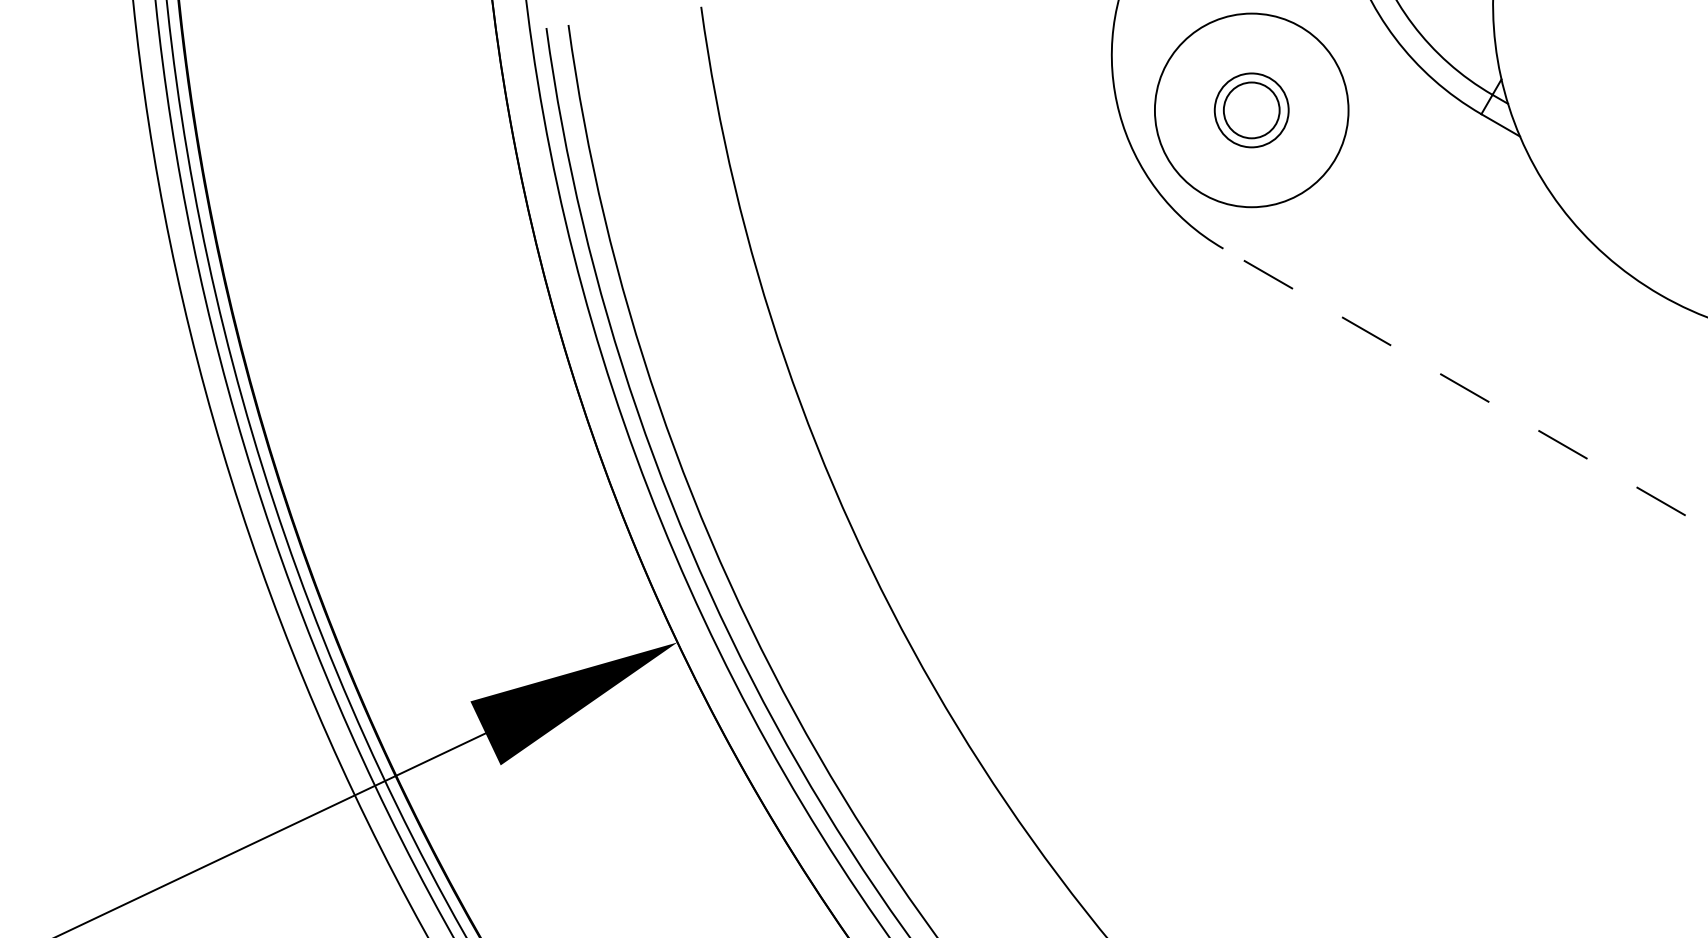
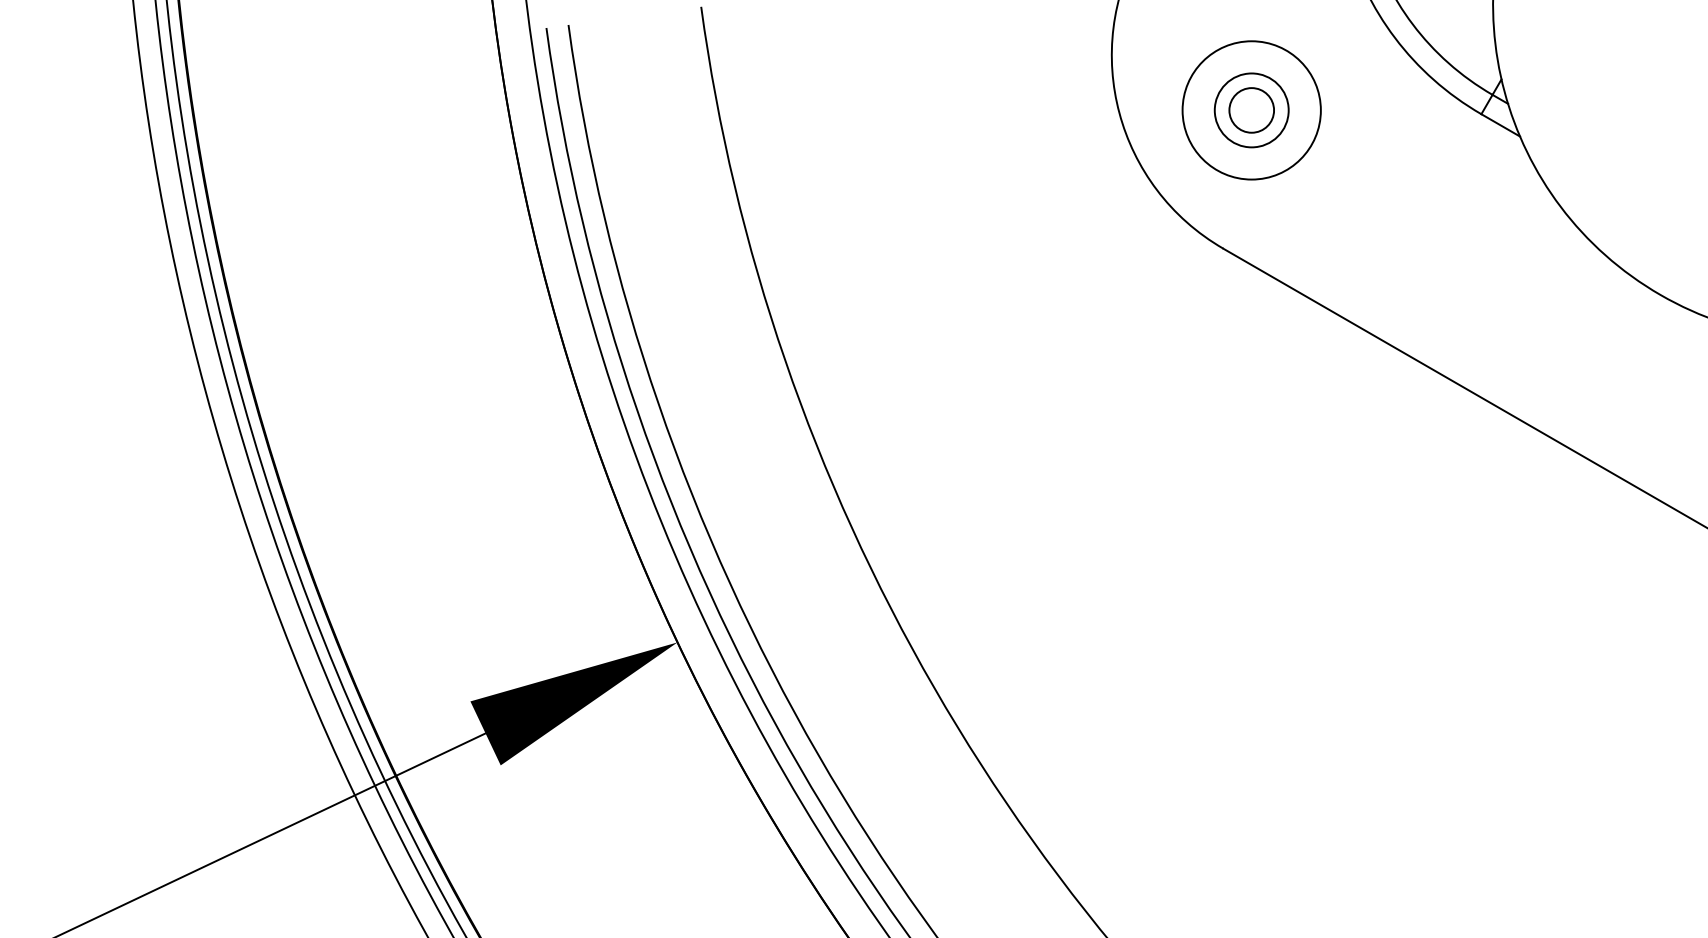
circle at (1251, 110) diameter: 194 px -> 138 px
circle at (1251, 110) diameter: 56 px -> 45 px
line at (1465, 388): dashed -> solid
